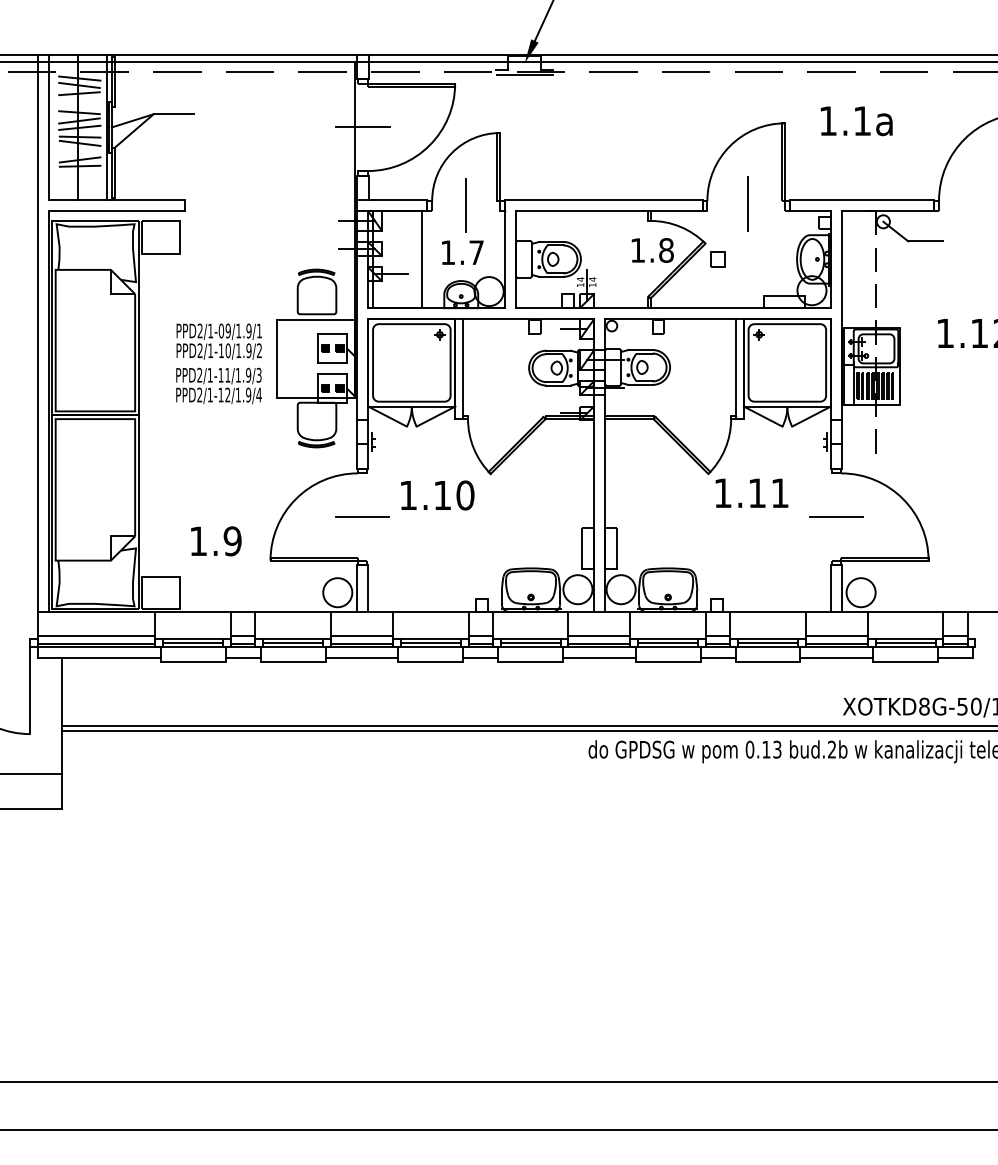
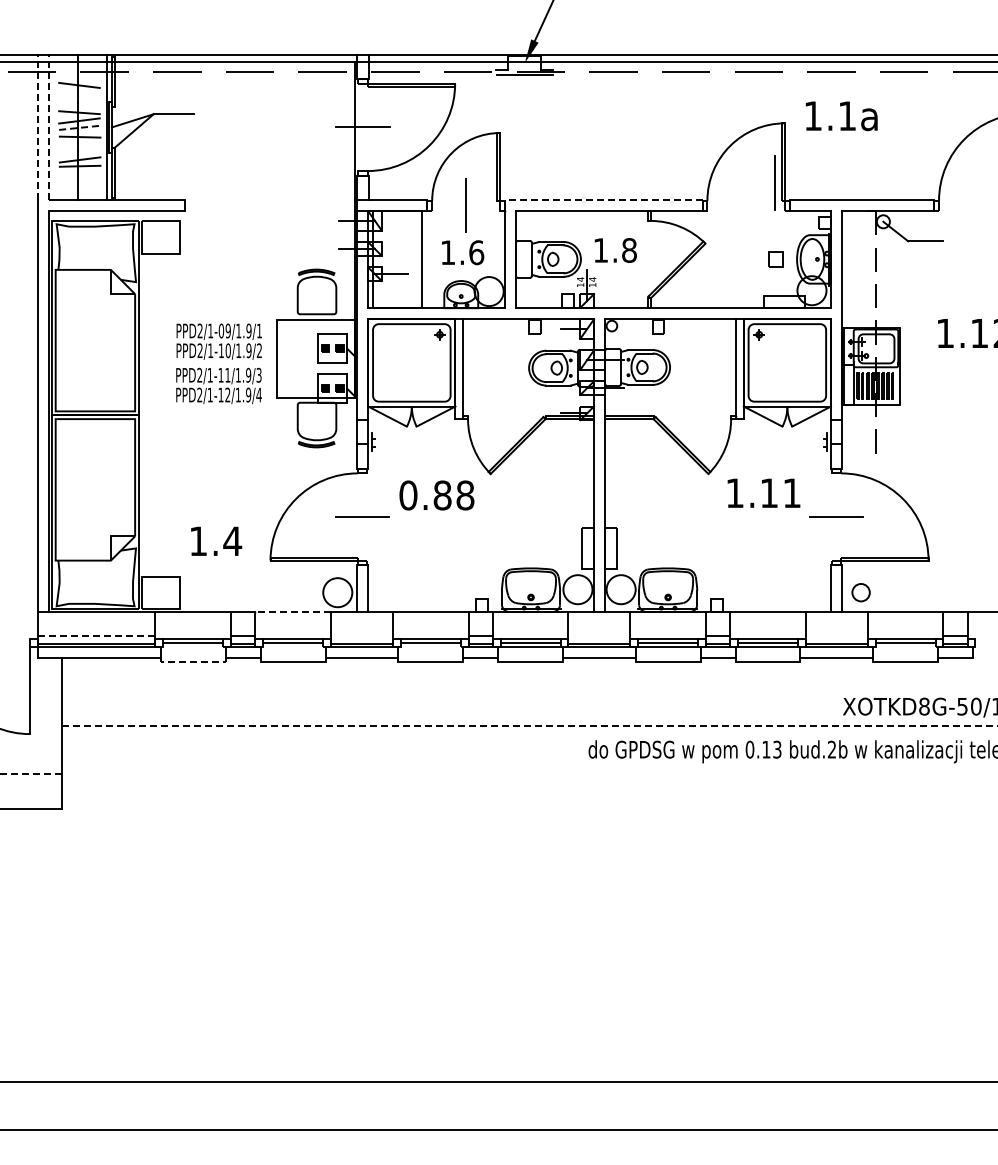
line at (79, 78): present -> none
line at (79, 93): present -> none
text at (856, 121) position: (856, 121) -> (841, 116)
line at (37, 127): solid -> dashed
line at (48, 127): solid -> dashed
line at (79, 127): solid -> dashed
line at (79, 142): present -> none
line at (603, 200): solid -> dashed
line at (747, 203) position: (747, 203) -> (774, 182)
text at (652, 250) position: (652, 250) -> (615, 250)
text at (476, 252): 1.7 -> 1.6
part at (717, 259) position: (717, 259) -> (775, 259)
text at (751, 492) position: (751, 492) -> (763, 492)
text at (436, 495): 1.10 -> 0.88
text at (232, 541): 1.9 -> 1.4
circle at (860, 592) diameter: 29 px -> 17 px
line at (293, 611): solid -> dashed
line at (96, 636): solid -> dashed
line at (361, 636): present -> none
line at (599, 636): present -> none
line at (836, 636): present -> none
line at (193, 646): present -> none
line at (293, 646): present -> none
line at (430, 646): present -> none
line at (905, 646): present -> none
line at (192, 661): solid -> dashed
line at (529, 725): solid -> dashed
line at (527, 730): present -> none
line at (31, 774): solid -> dashed
